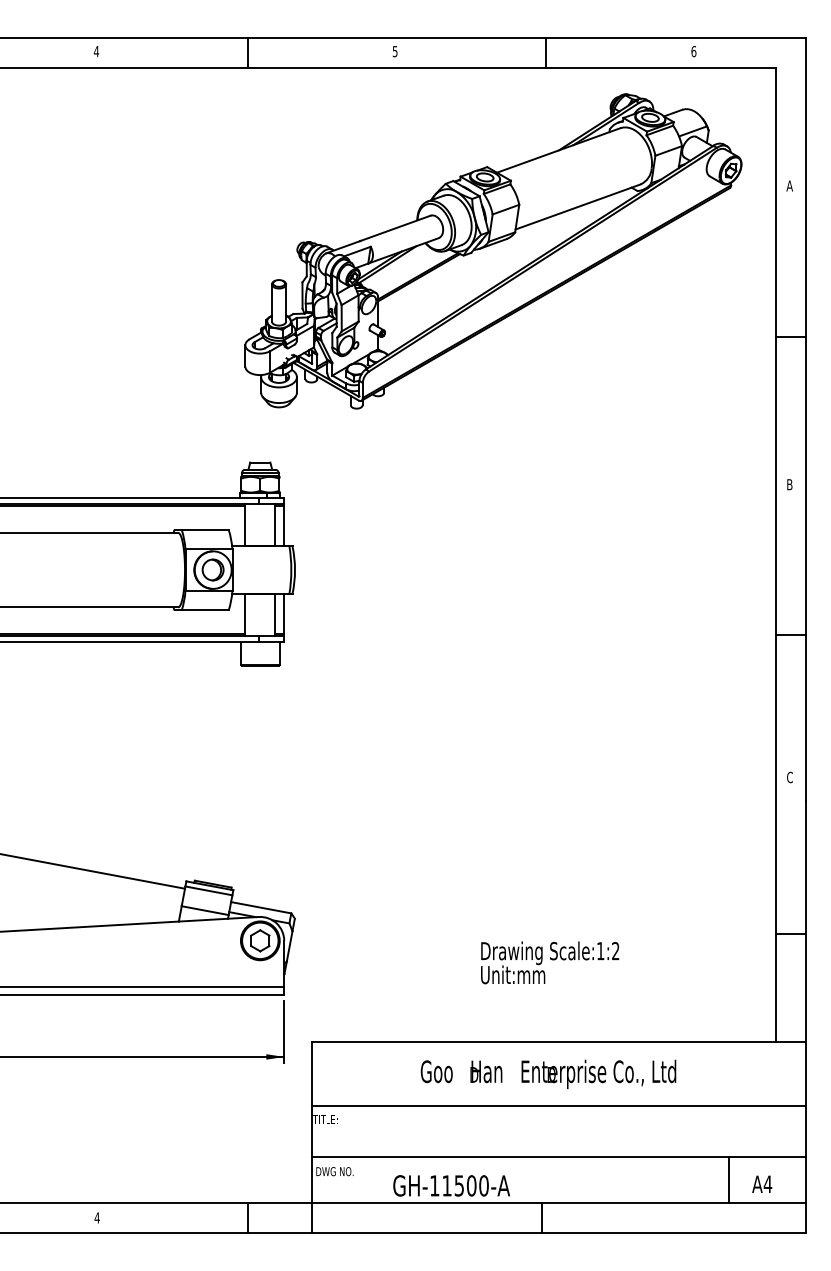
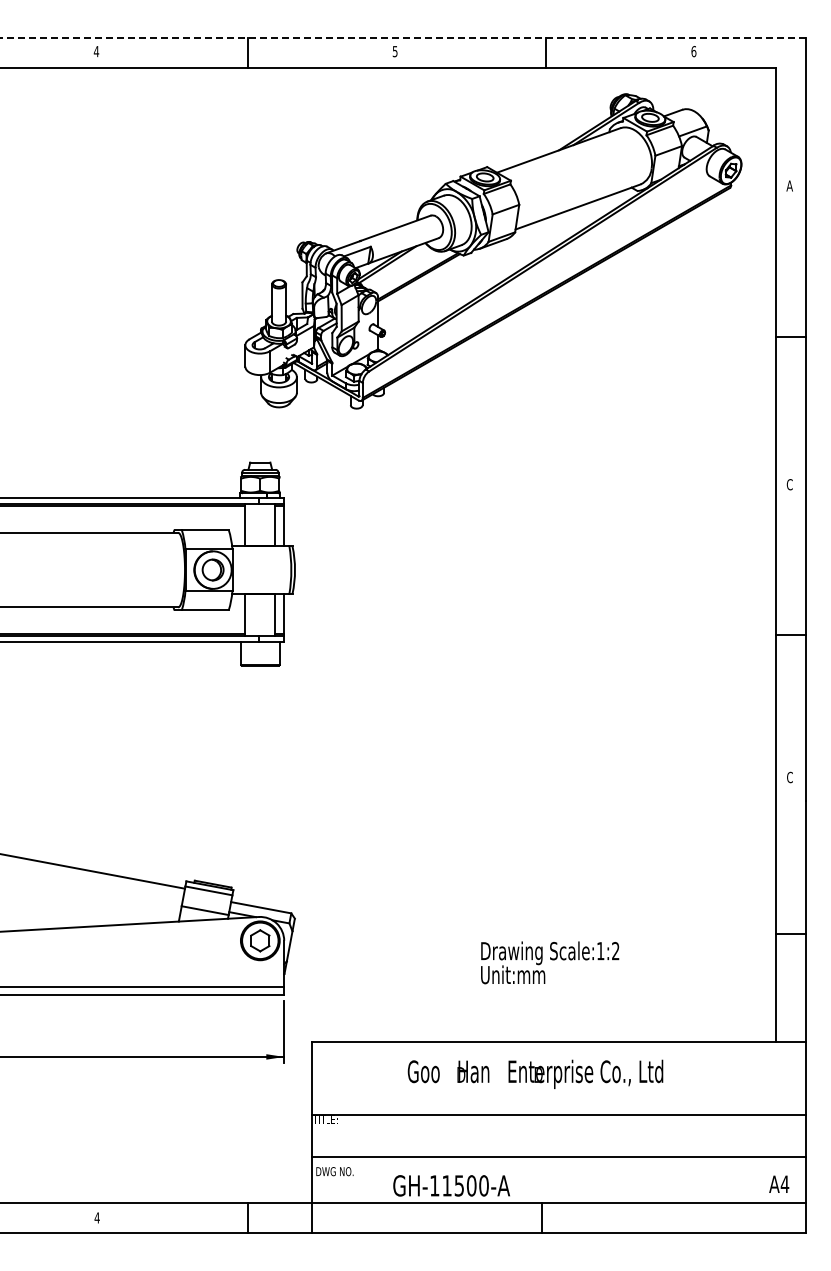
line at (403, 38): solid -> dashed
text at (789, 484): B -> C
text at (548, 1073) position: (548, 1073) -> (535, 1073)
line at (558, 1105) position: (558, 1105) -> (558, 1114)
line at (728, 1179): present -> none
text at (762, 1183) position: (762, 1183) -> (779, 1183)
